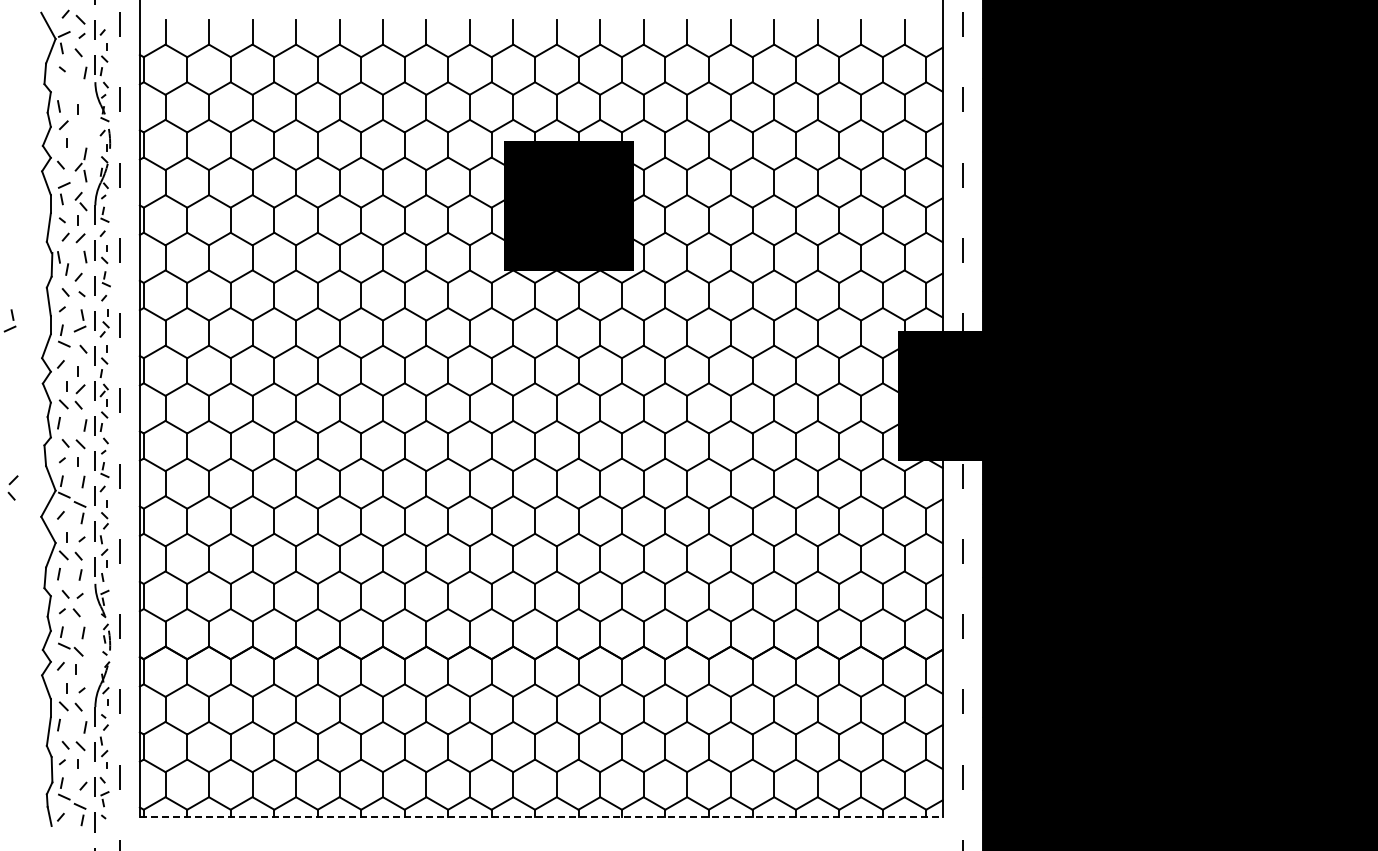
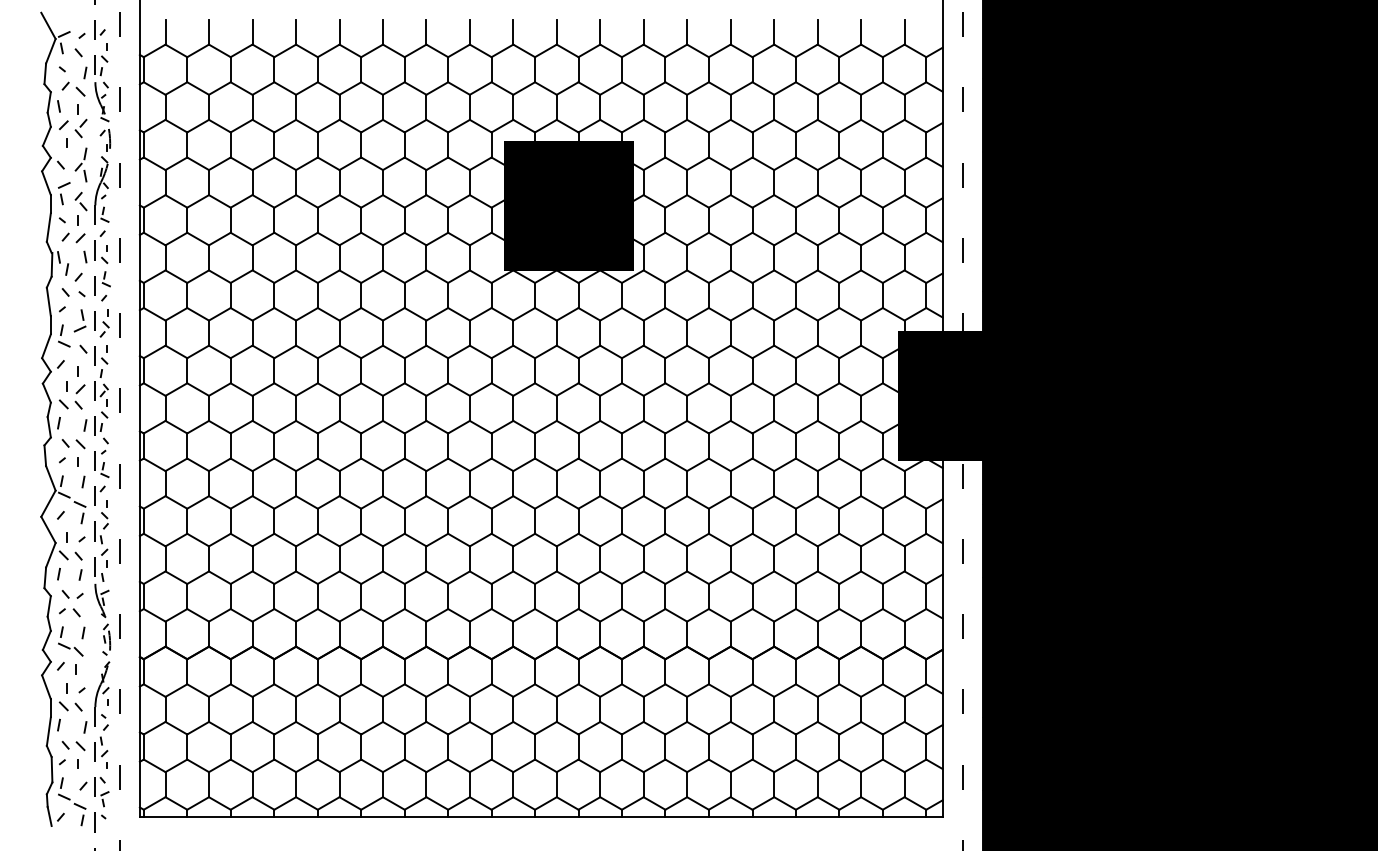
part at (73, 16) position: (73, 16) -> (73, 88)
part at (80, 128): none -> present
part at (9, 320): present -> none
part at (12, 487): present -> none
line at (541, 817): dashed -> solid
